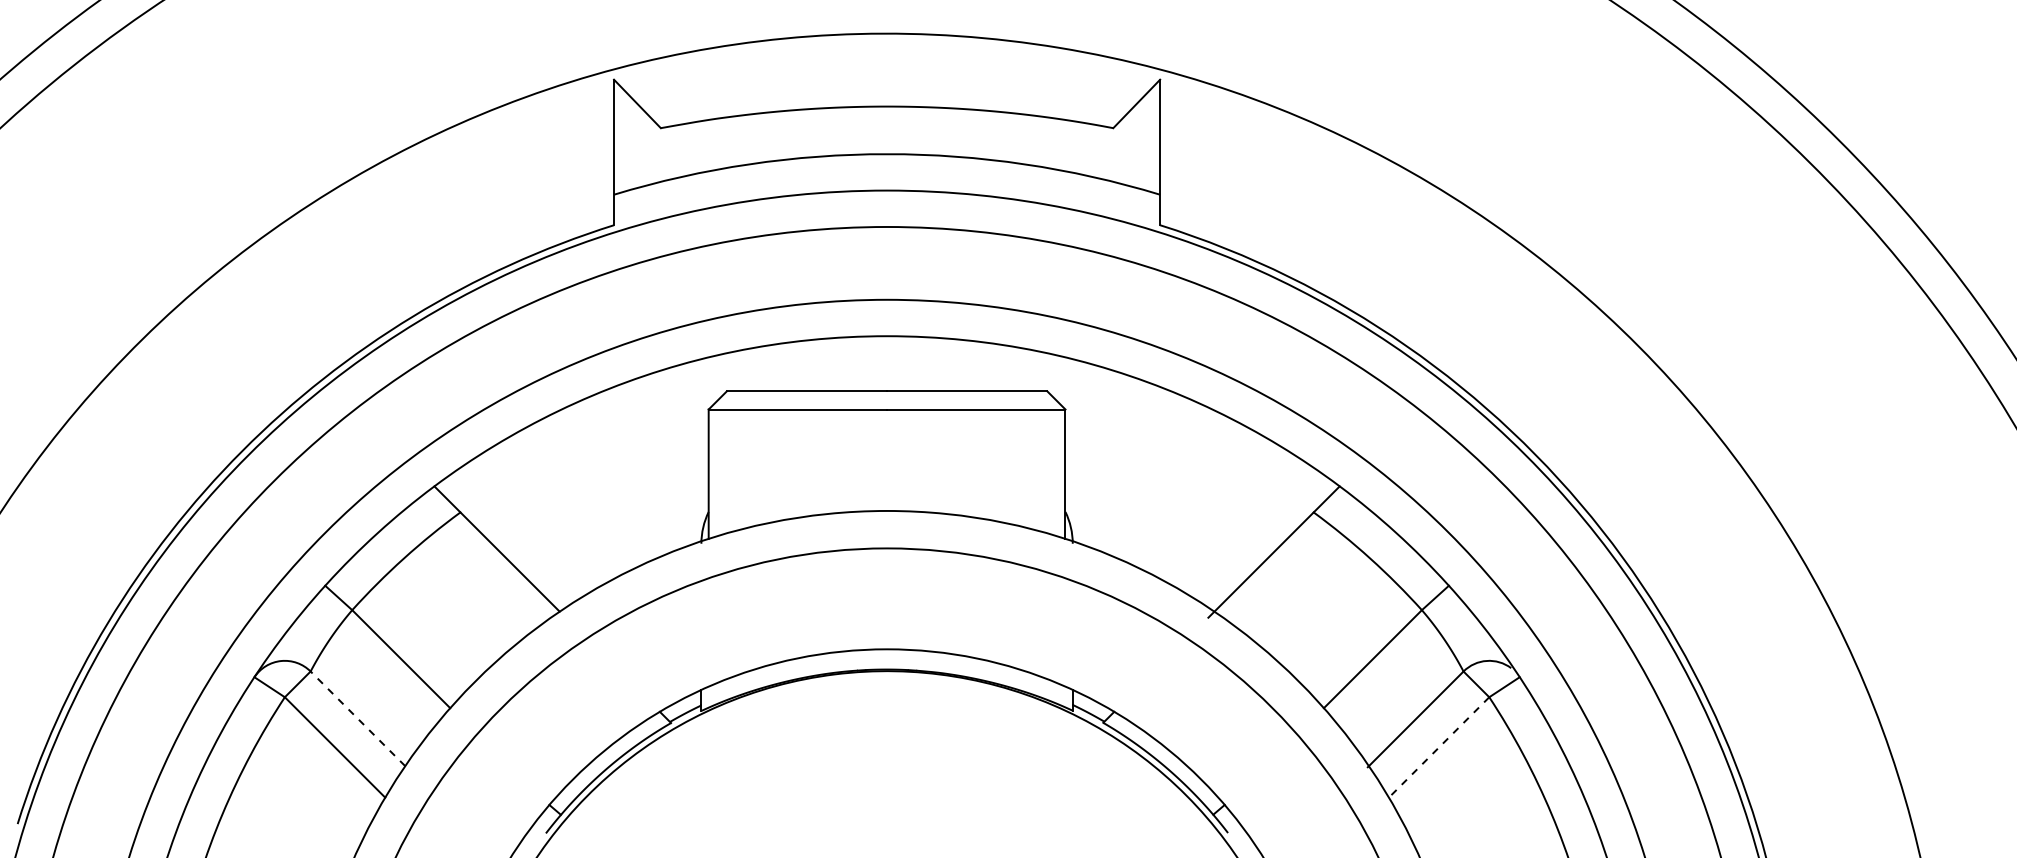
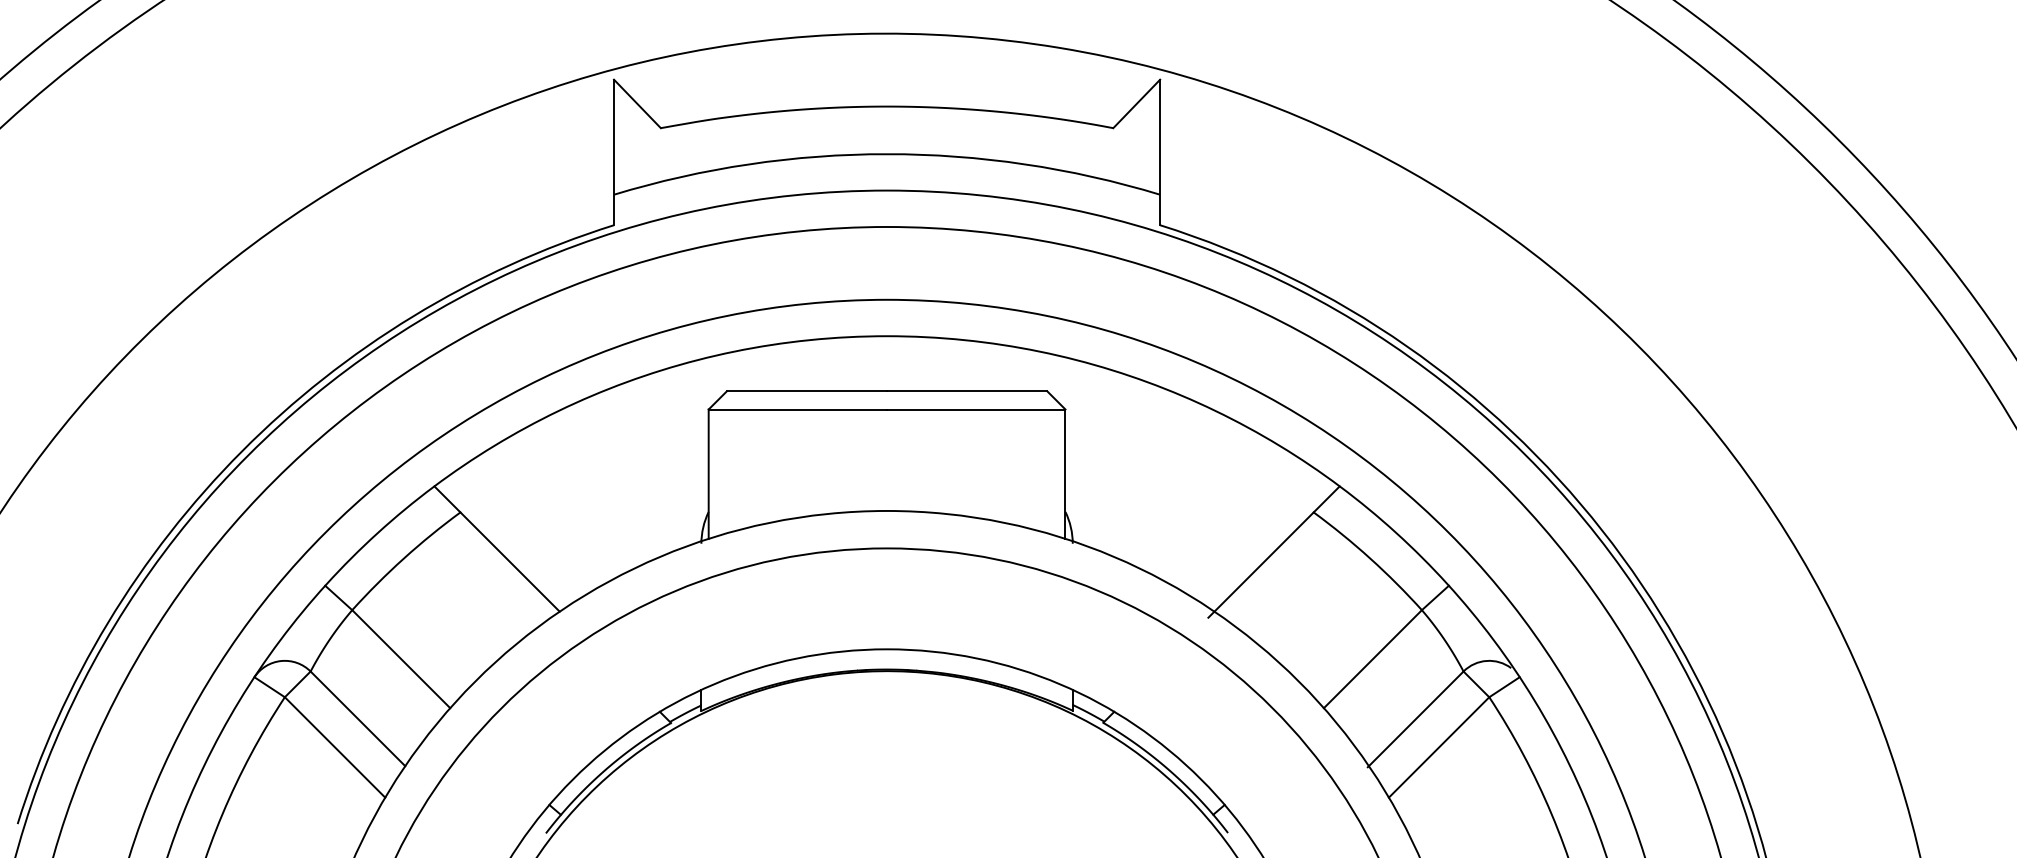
line at (357, 718): dashed -> solid
line at (1439, 747): dashed -> solid
